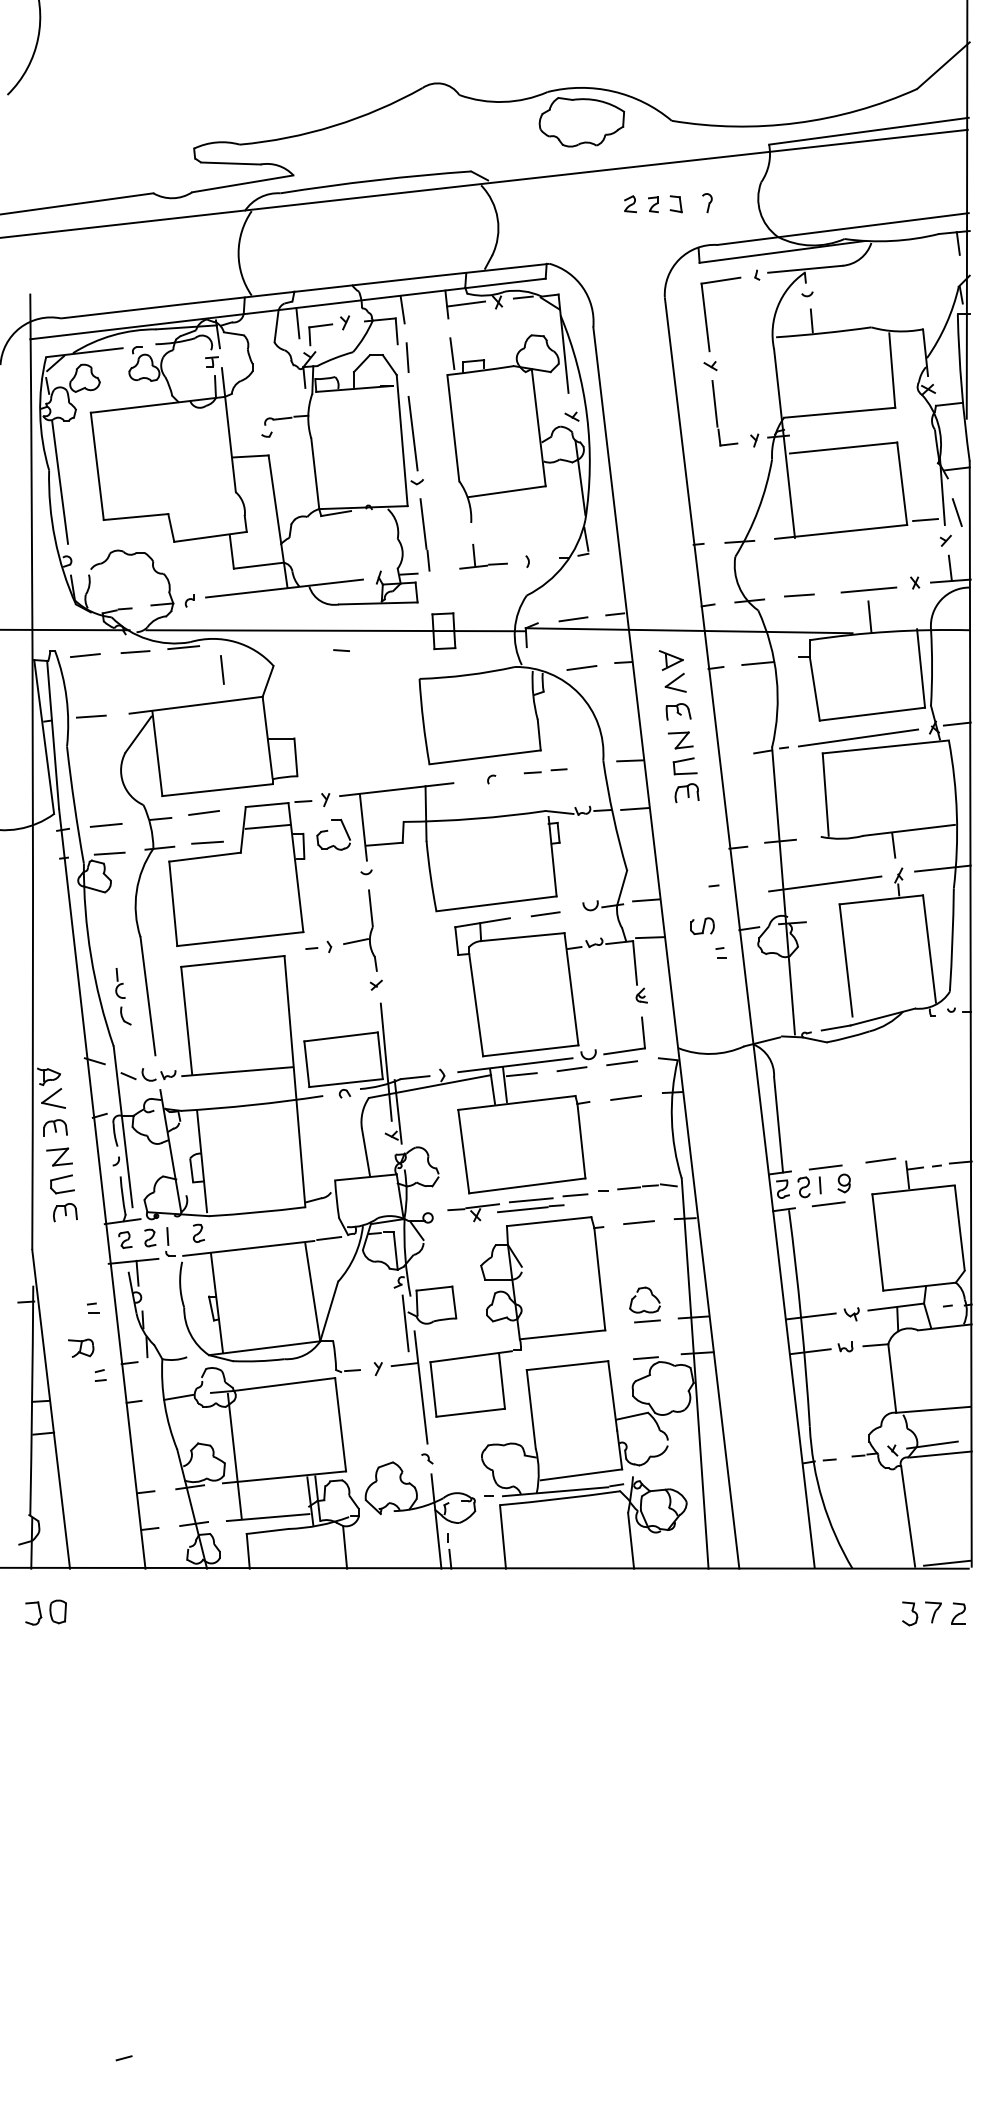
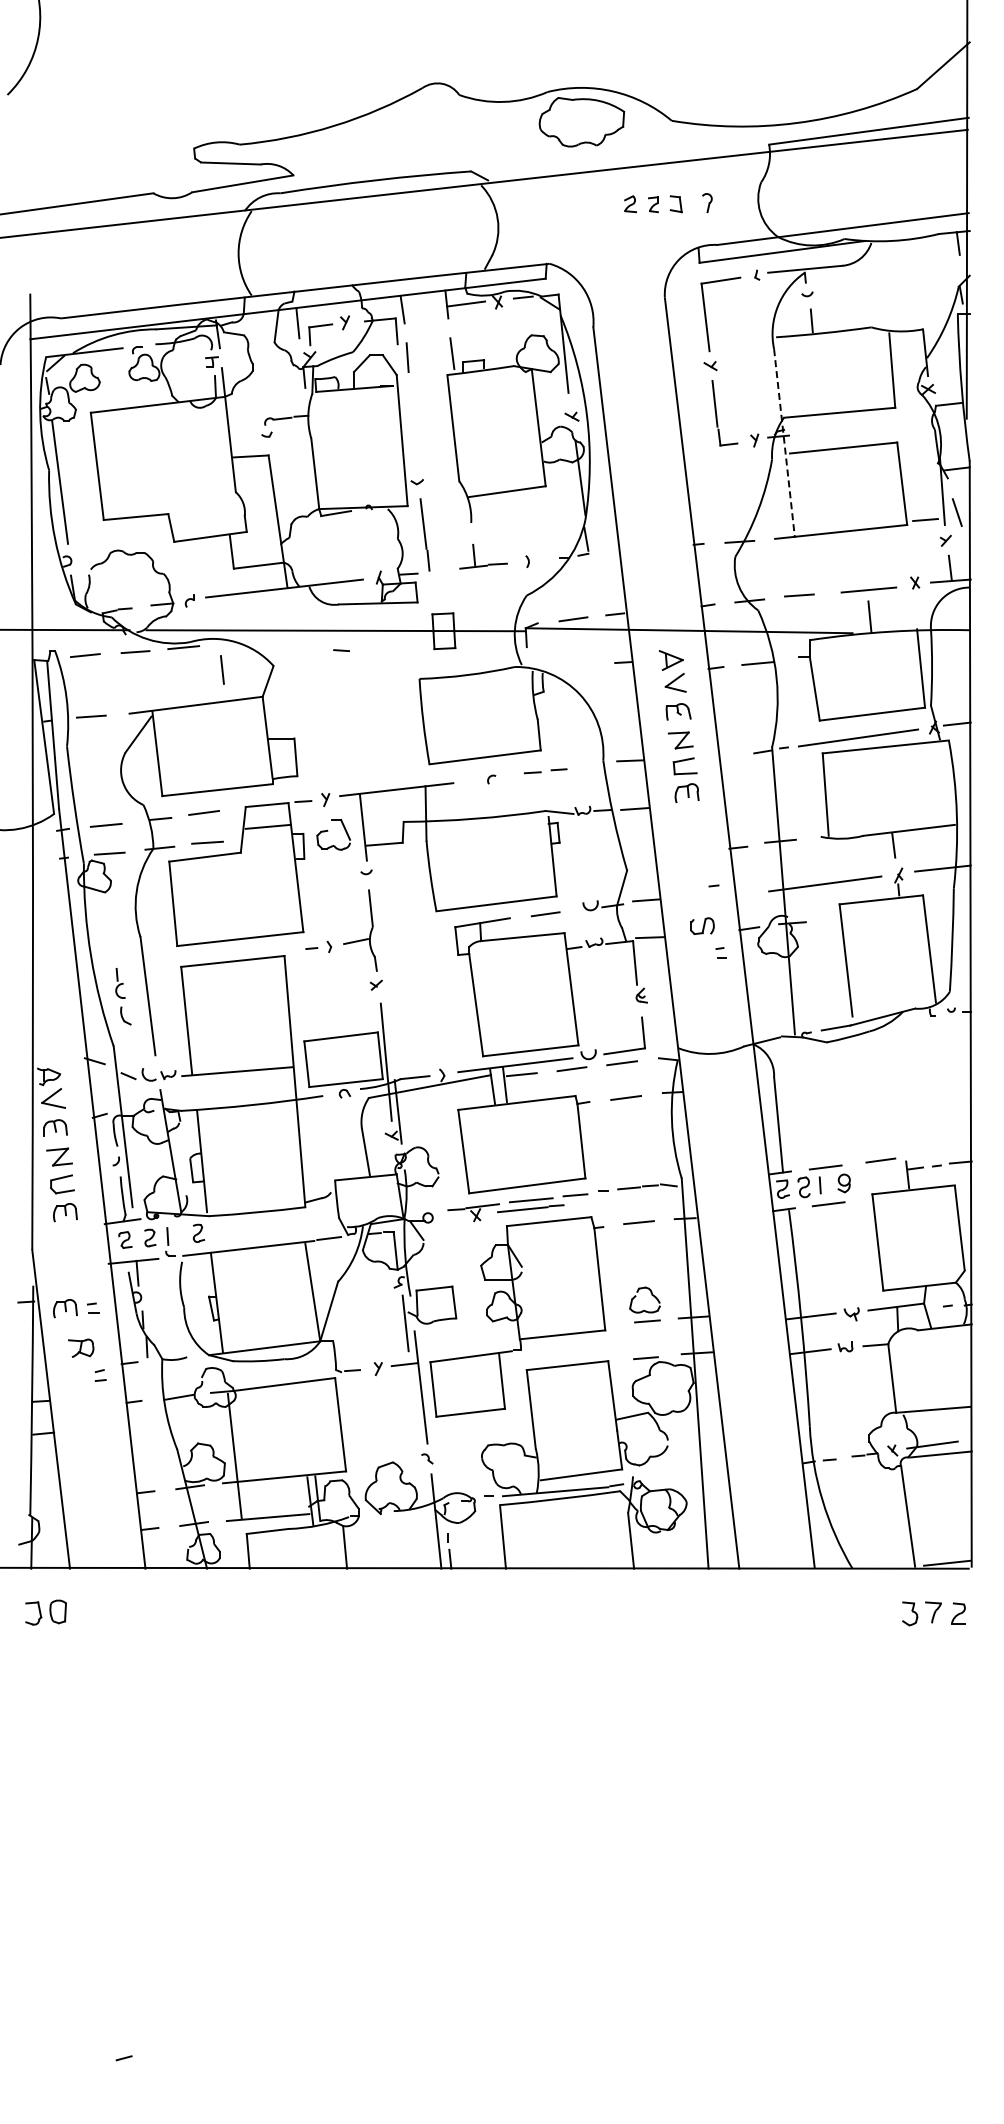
line at (412, 433): present -> none
line at (784, 443): solid -> dashed
line at (581, 667): present -> none
part at (65, 1308): none -> present
